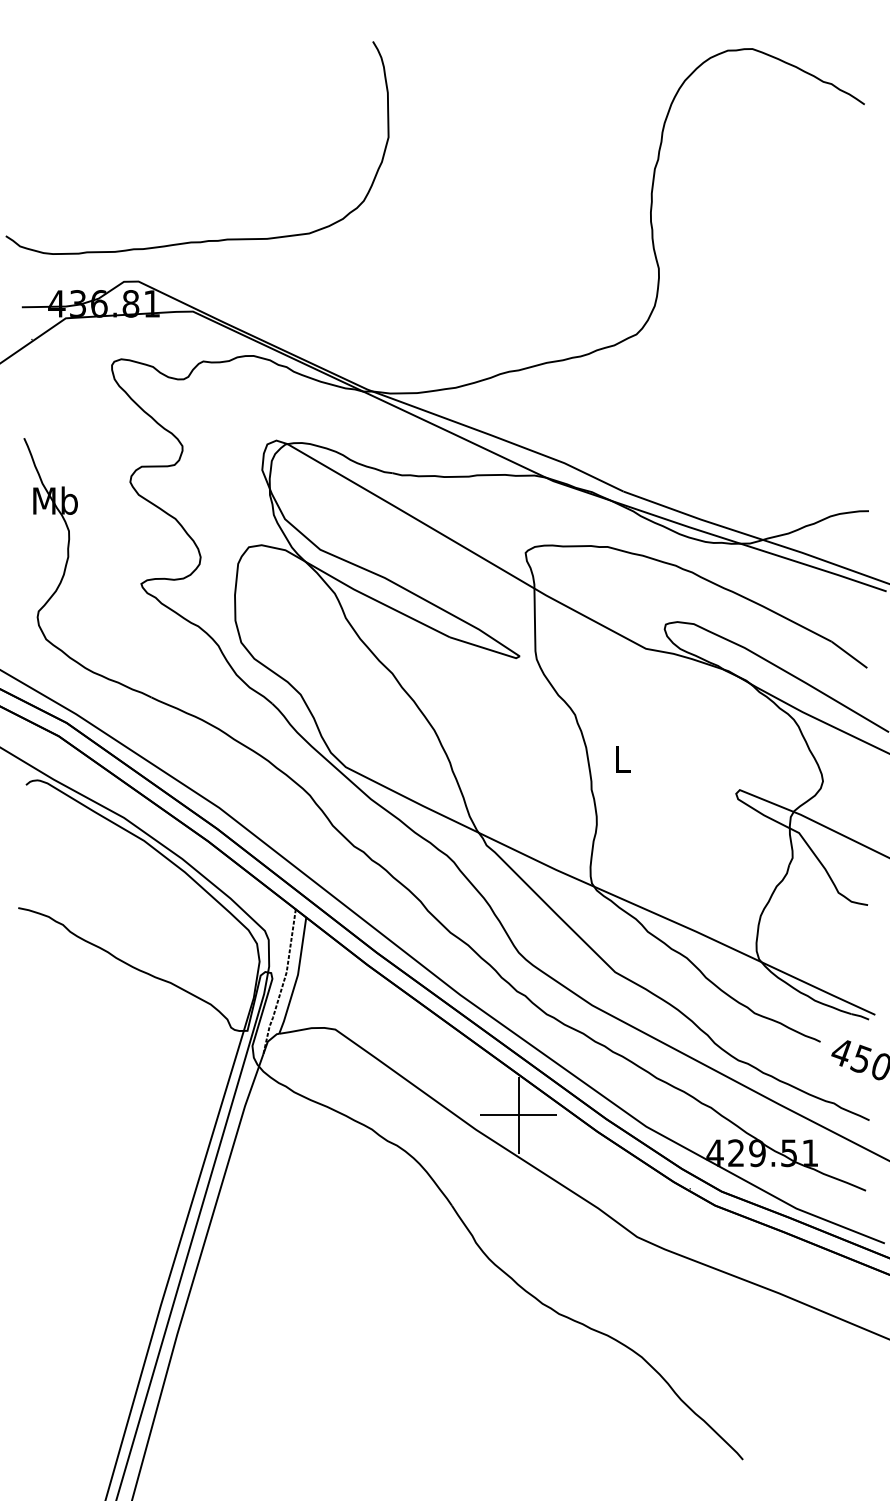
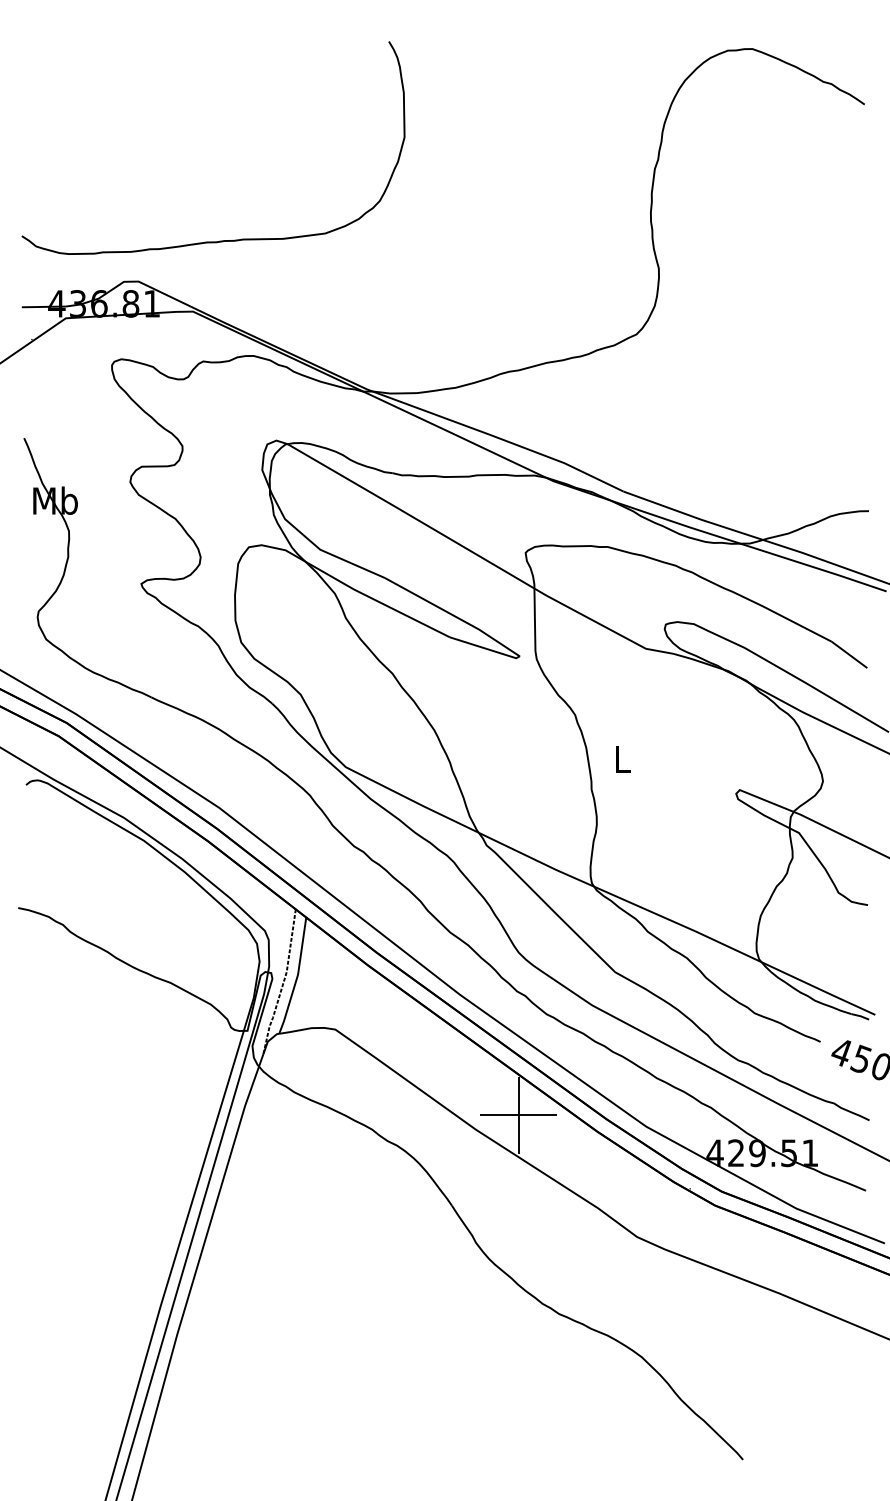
curve at (203, 240) position: (203, 240) -> (219, 240)
